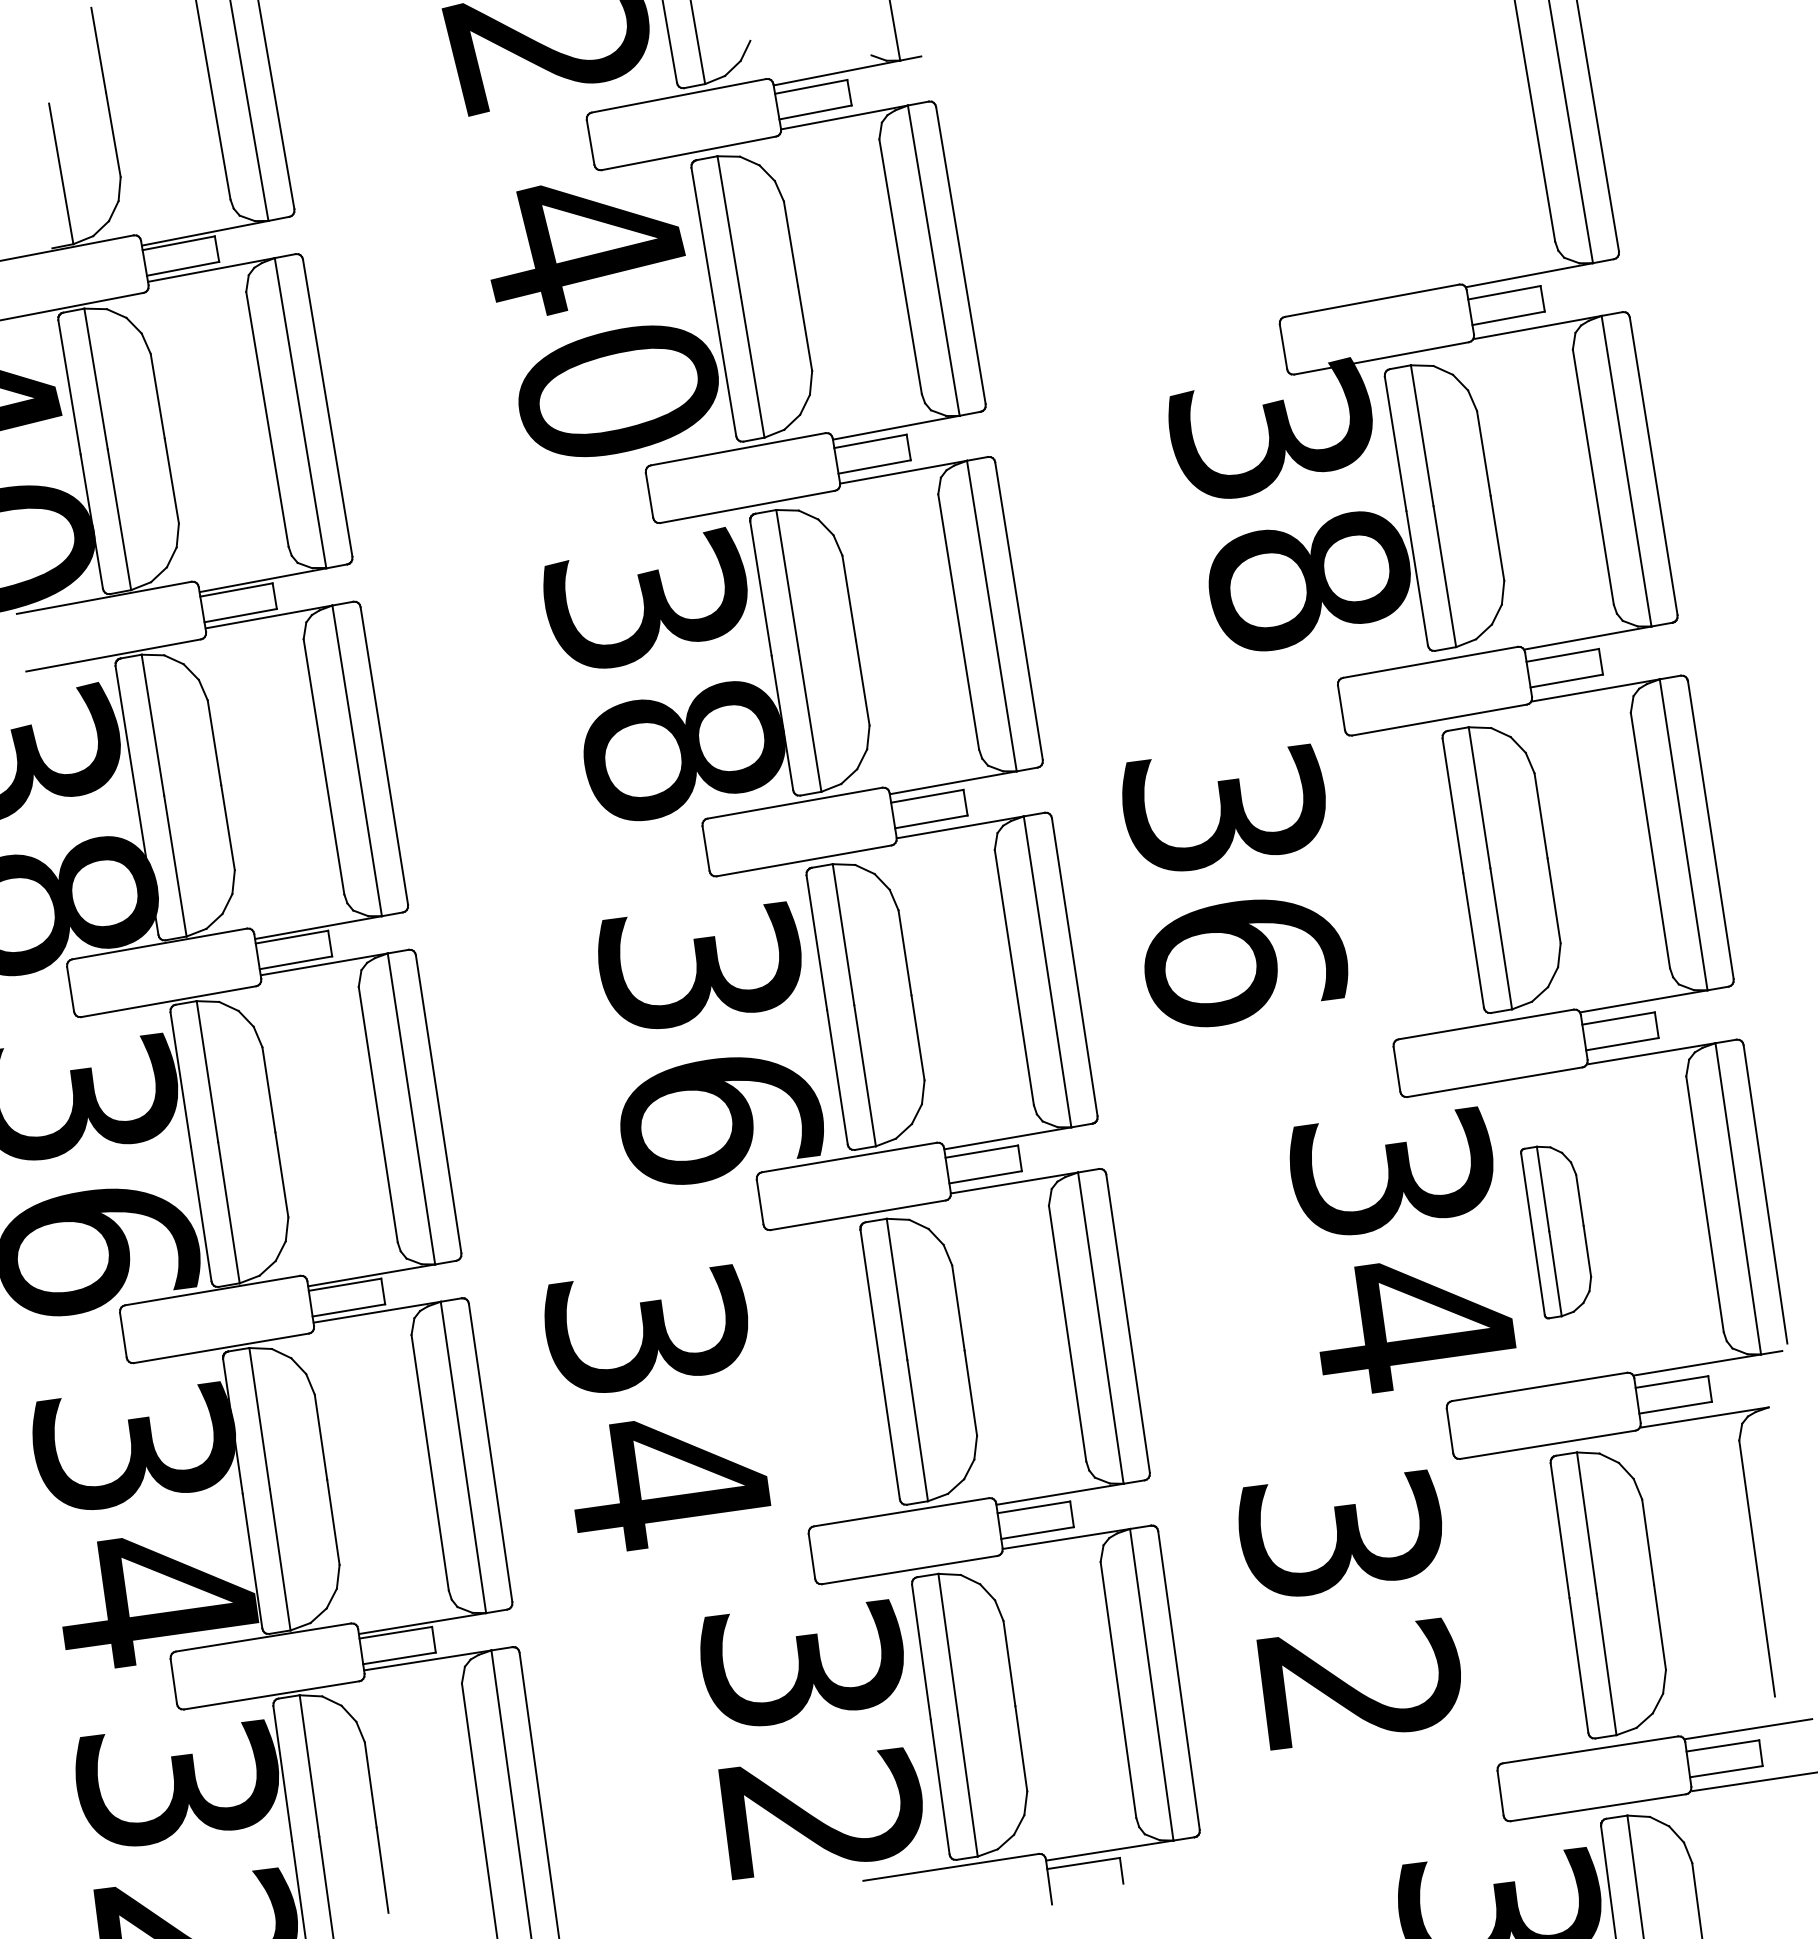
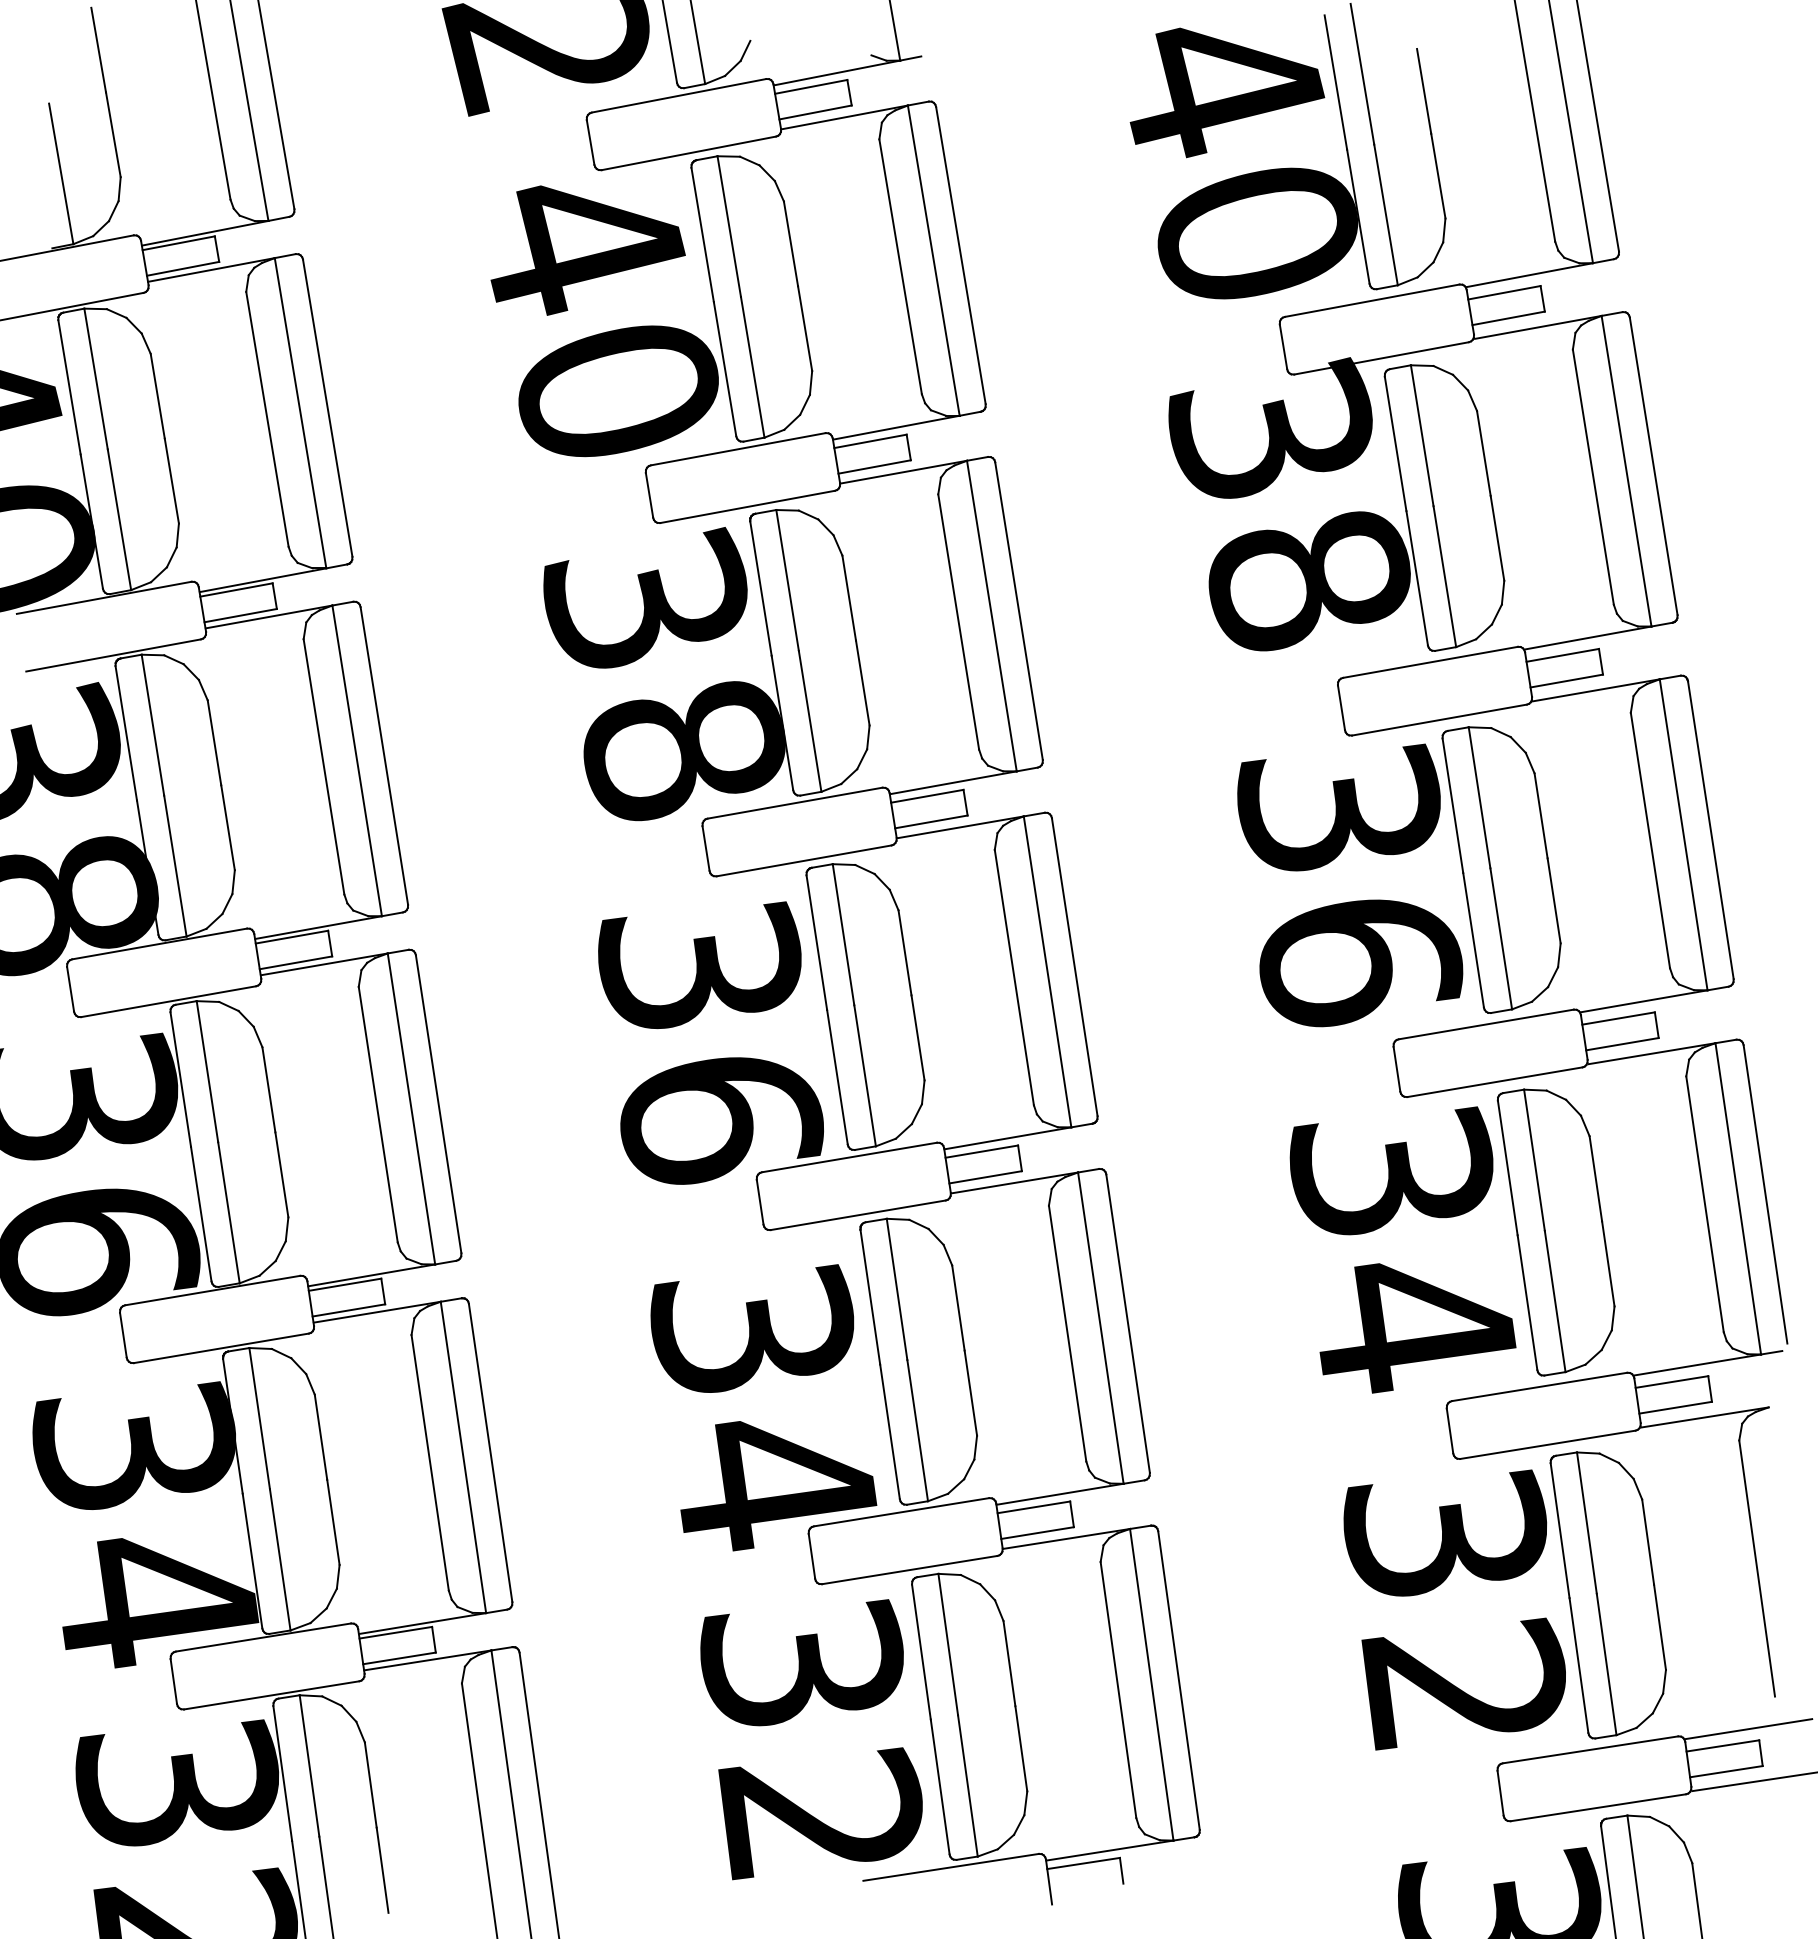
part at (1288, 167): none -> present
text at (1235, 885) position: (1235, 885) -> (1350, 885)
part at (1556, 1232) size: 73x175 px -> 120x289 px
text at (657, 1407) position: (657, 1407) -> (763, 1407)
text at (1349, 1609) position: (1349, 1609) -> (1454, 1609)
